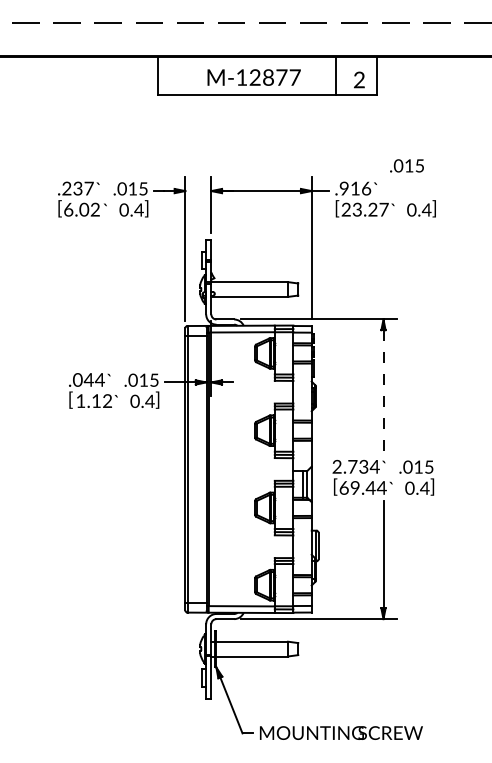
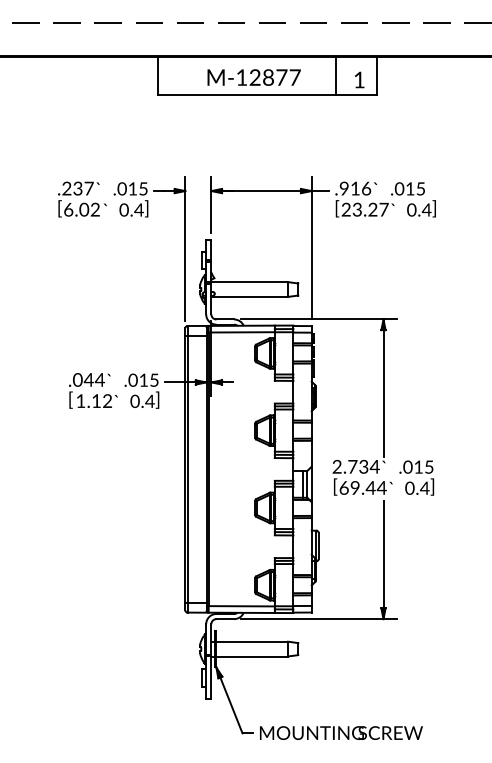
text at (359, 79): 2 -> 1
text at (406, 165) position: (406, 165) -> (407, 188)
line at (383, 393): dashed -> solid
